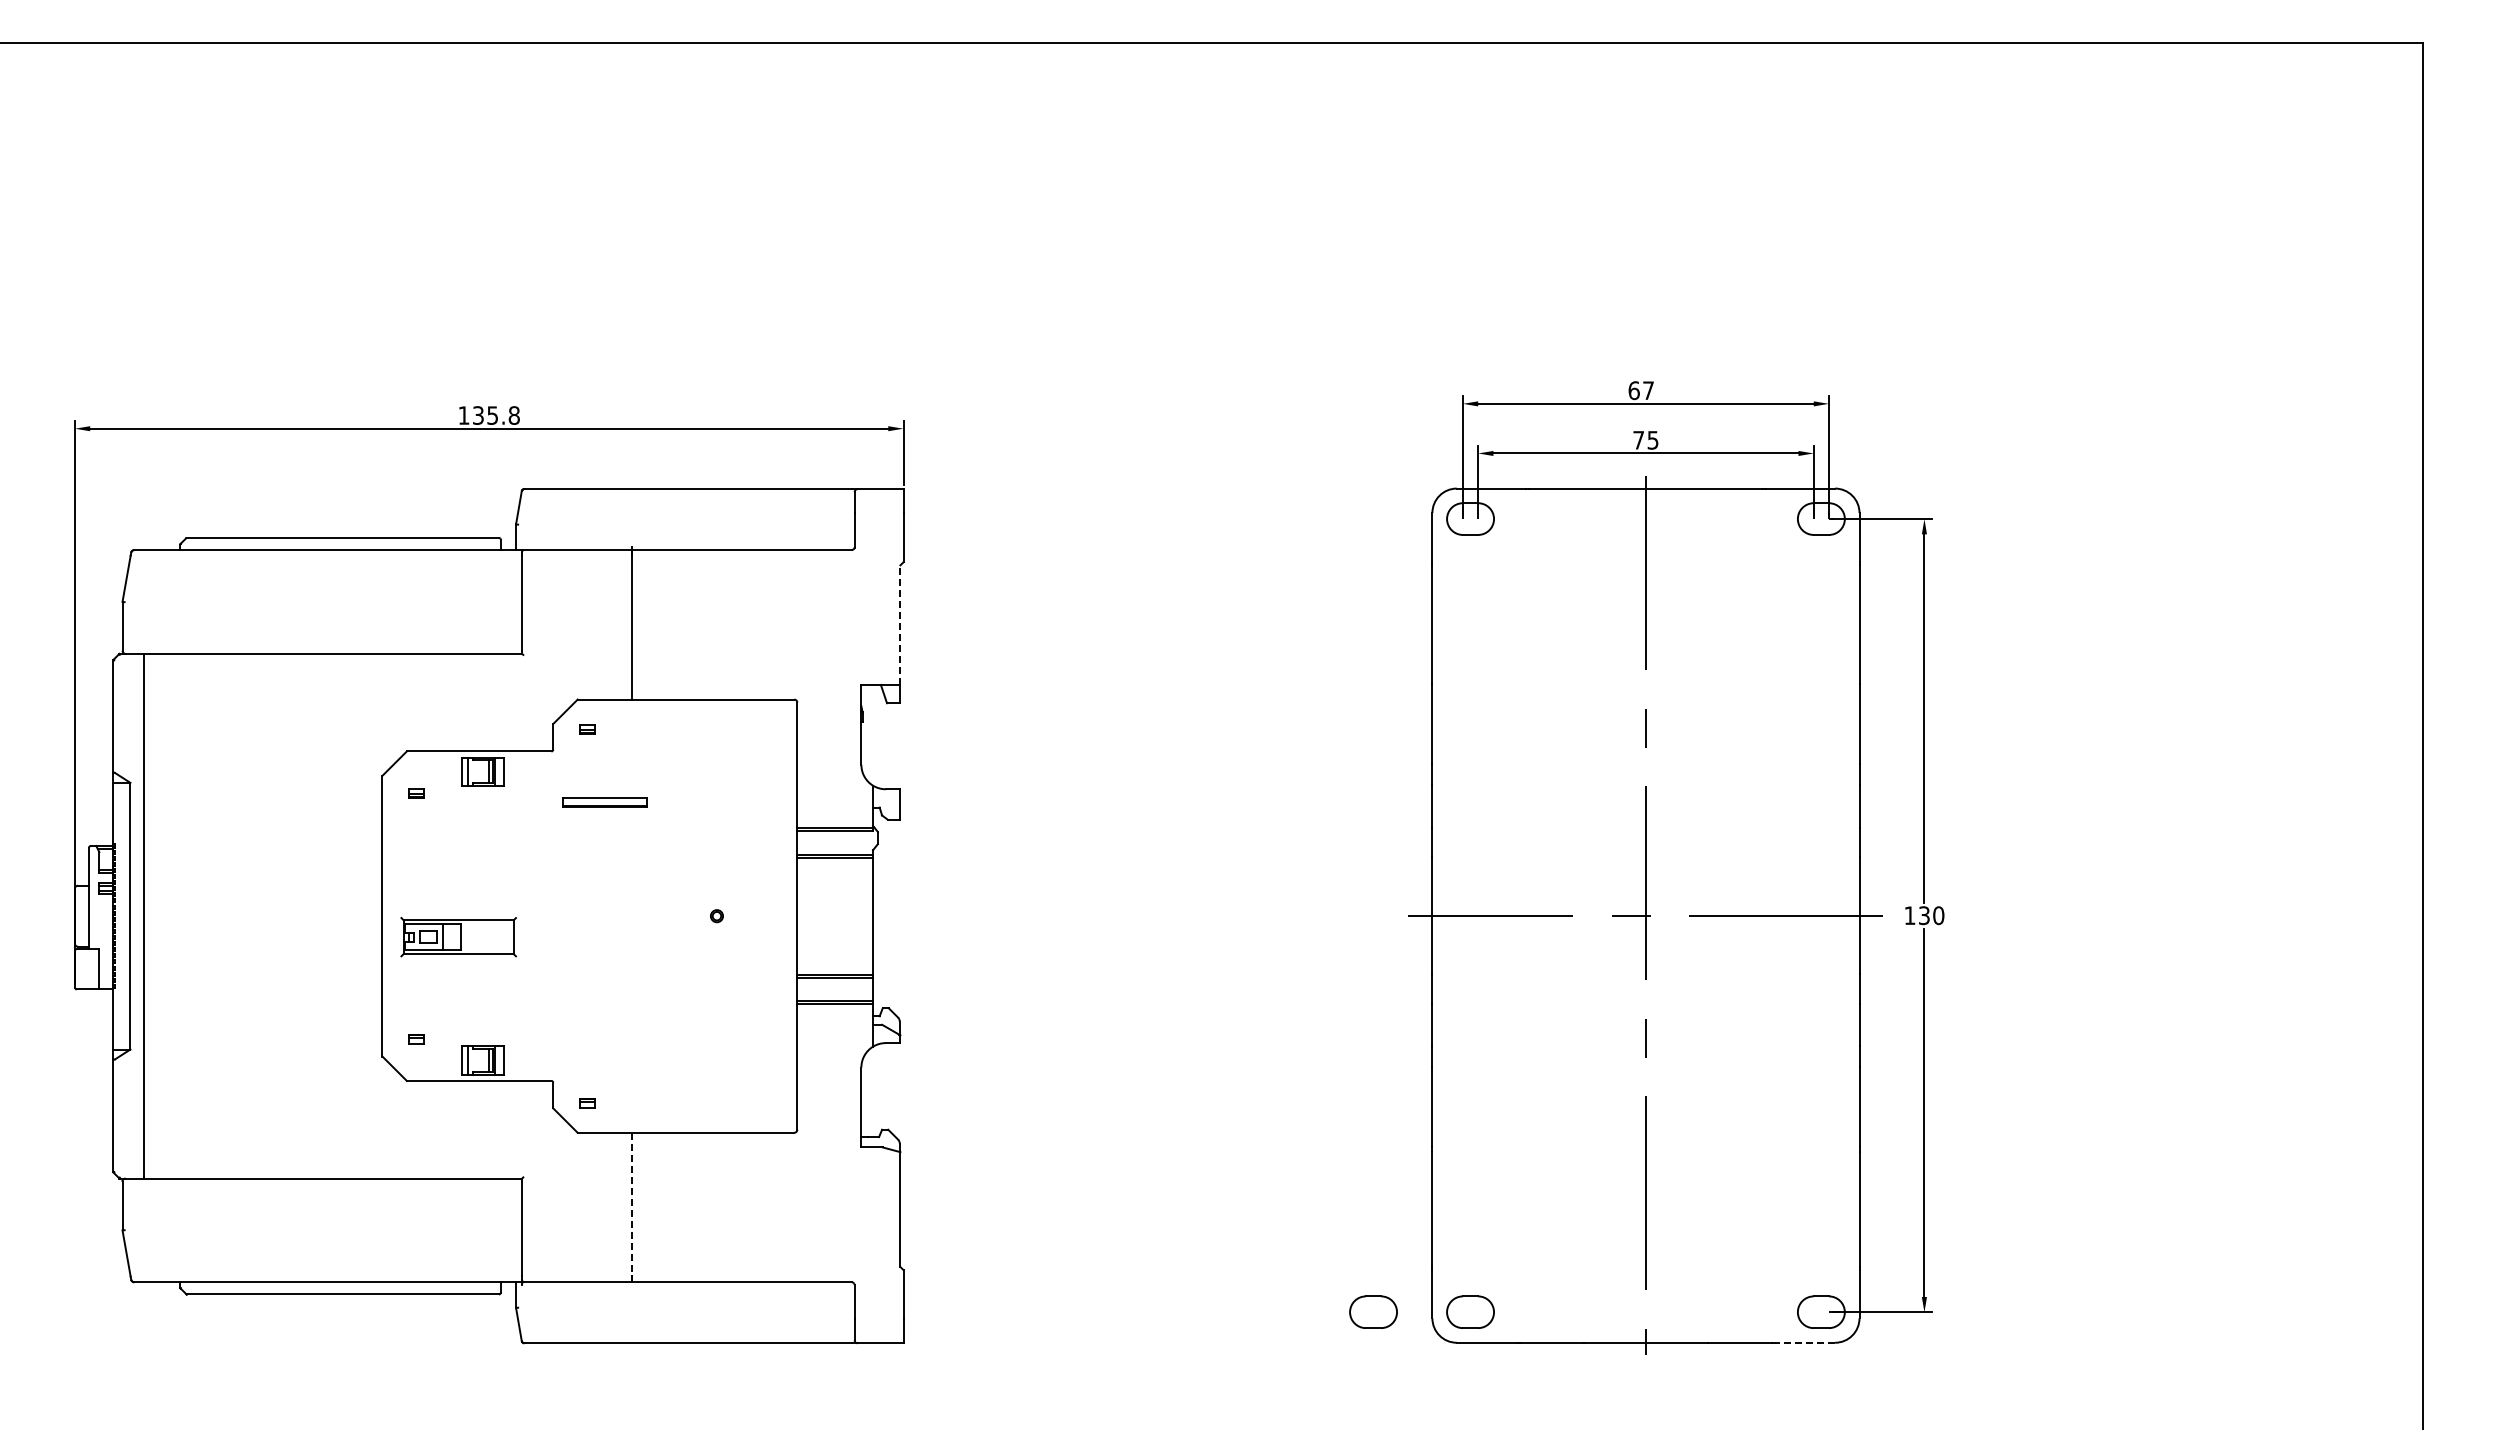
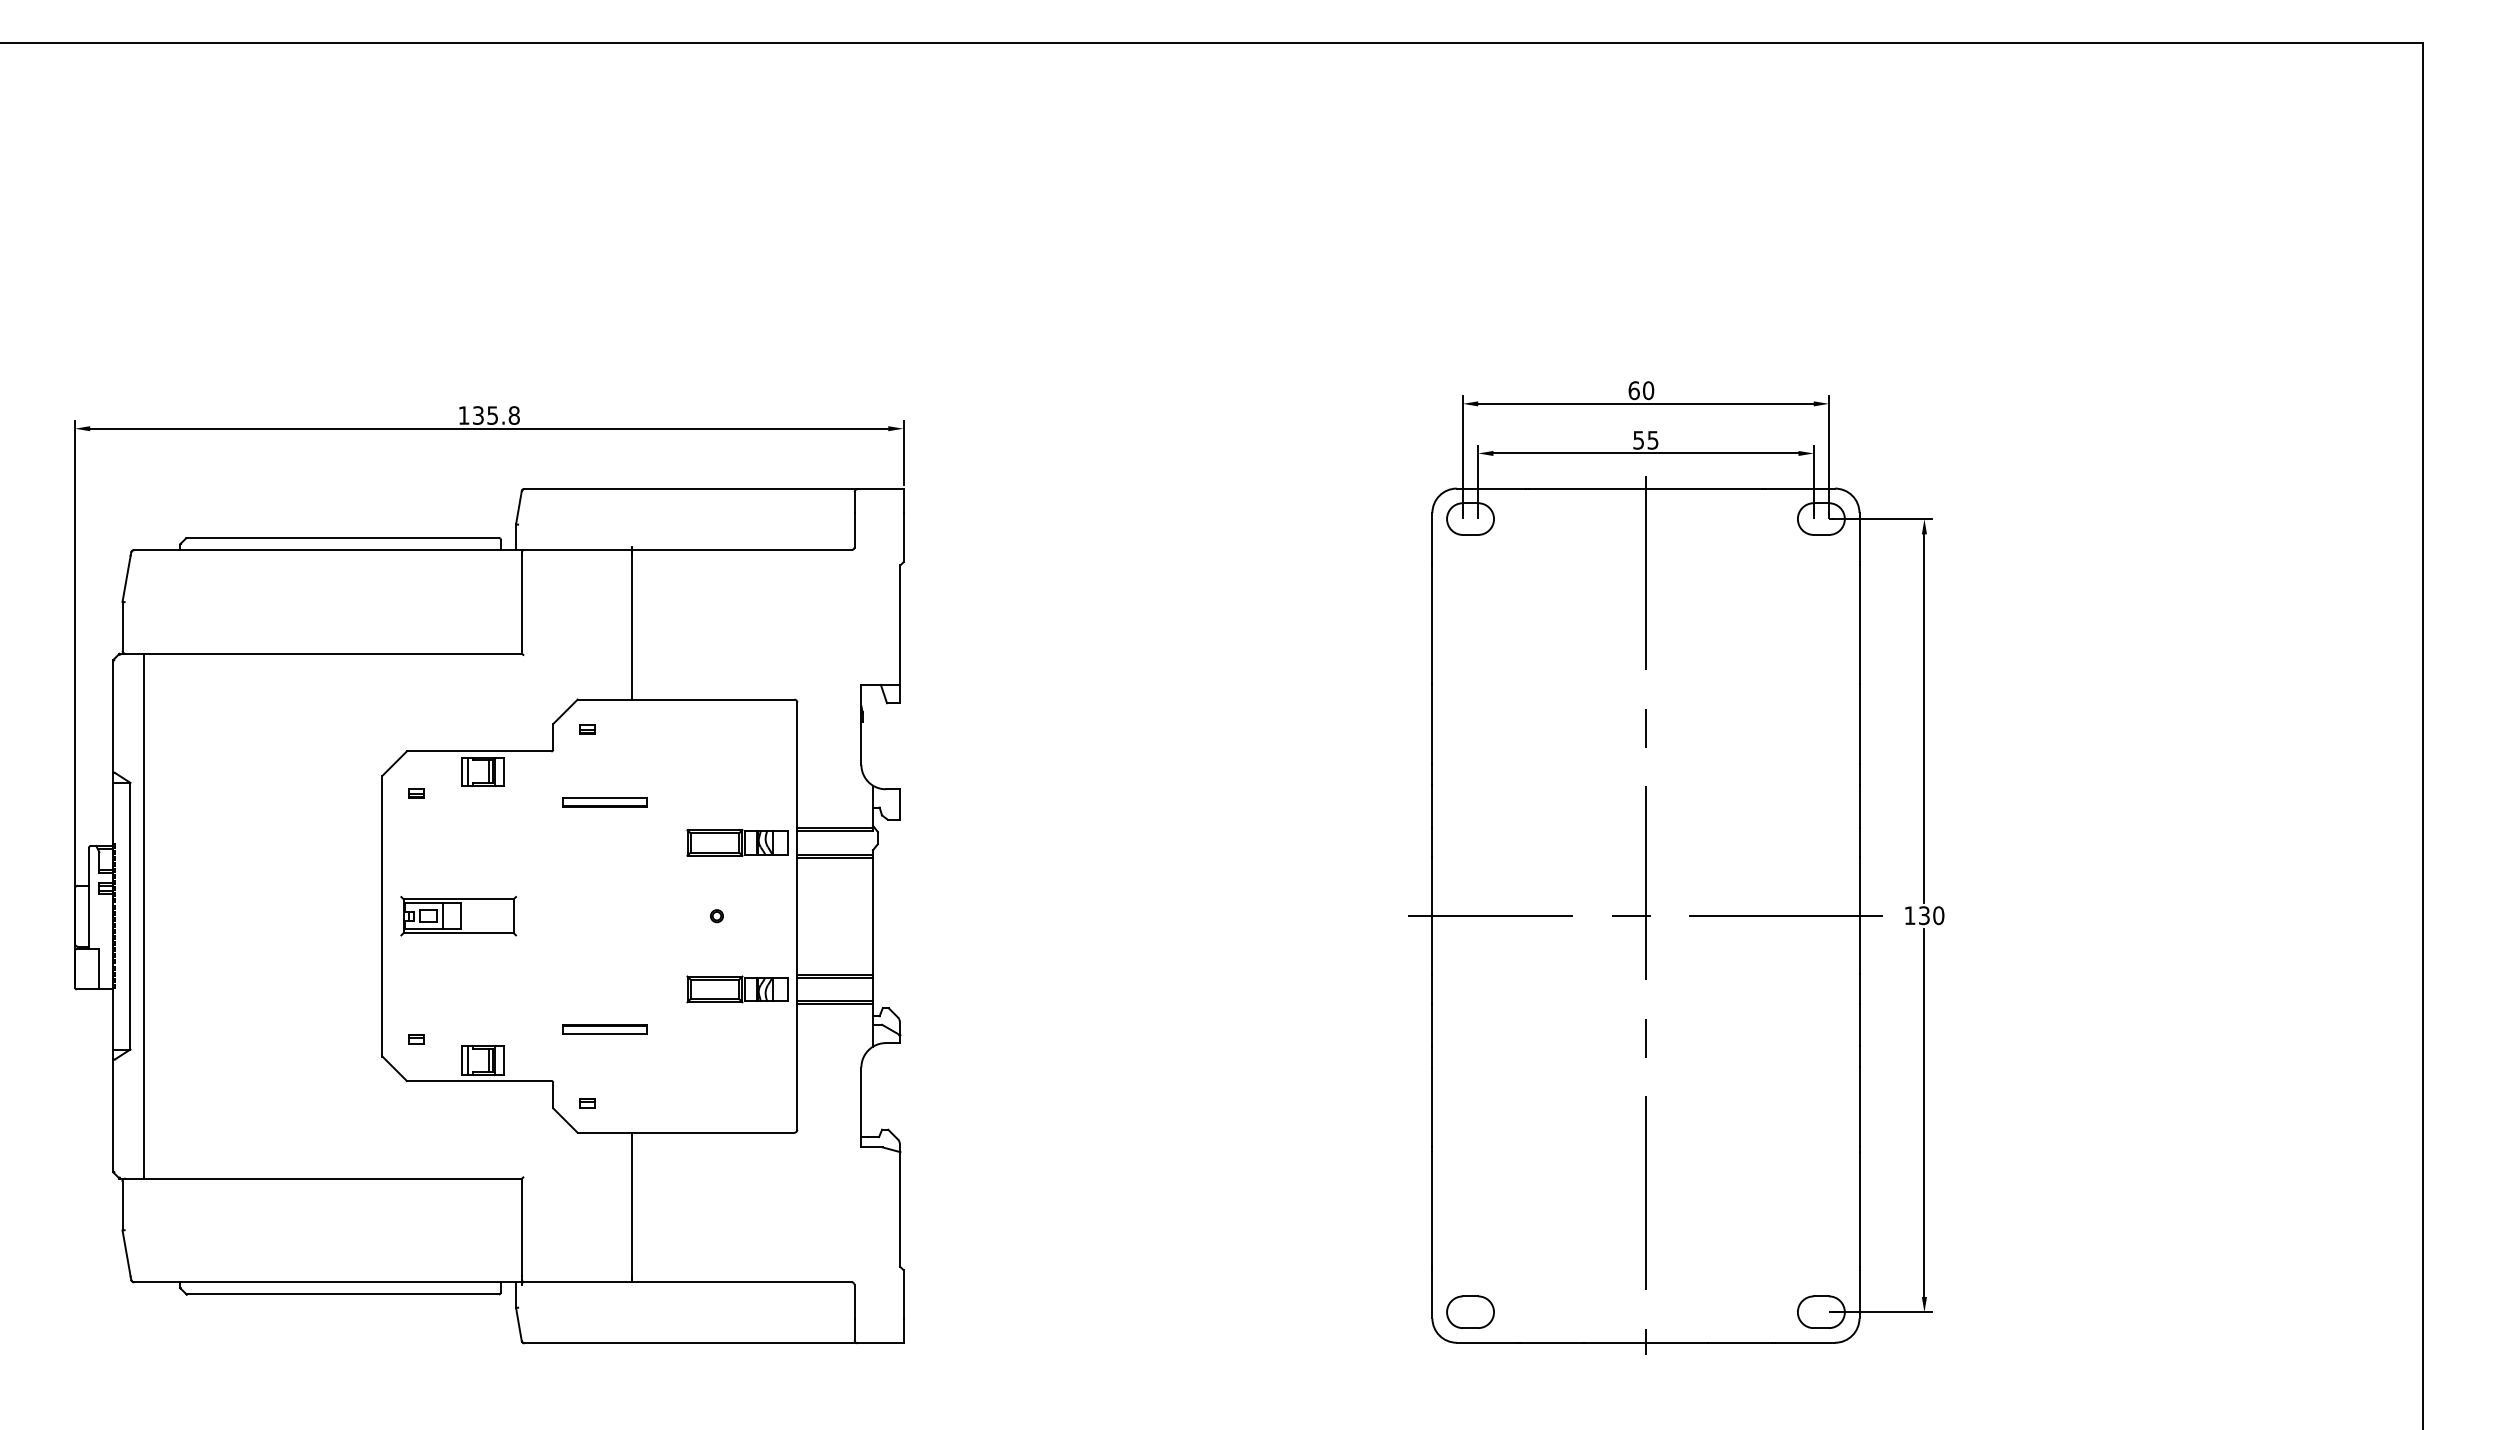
text at (1648, 390): 67 -> 60
text at (1638, 440): 75 -> 55
line at (900, 625): dashed -> solid
part at (737, 842): none -> present
part at (458, 937) position: (458, 937) -> (458, 916)
part at (737, 989): none -> present
part at (604, 1029): none -> present
line at (631, 1204): dashed -> solid
part at (1373, 1311): present -> none
line at (1805, 1342): dashed -> solid
